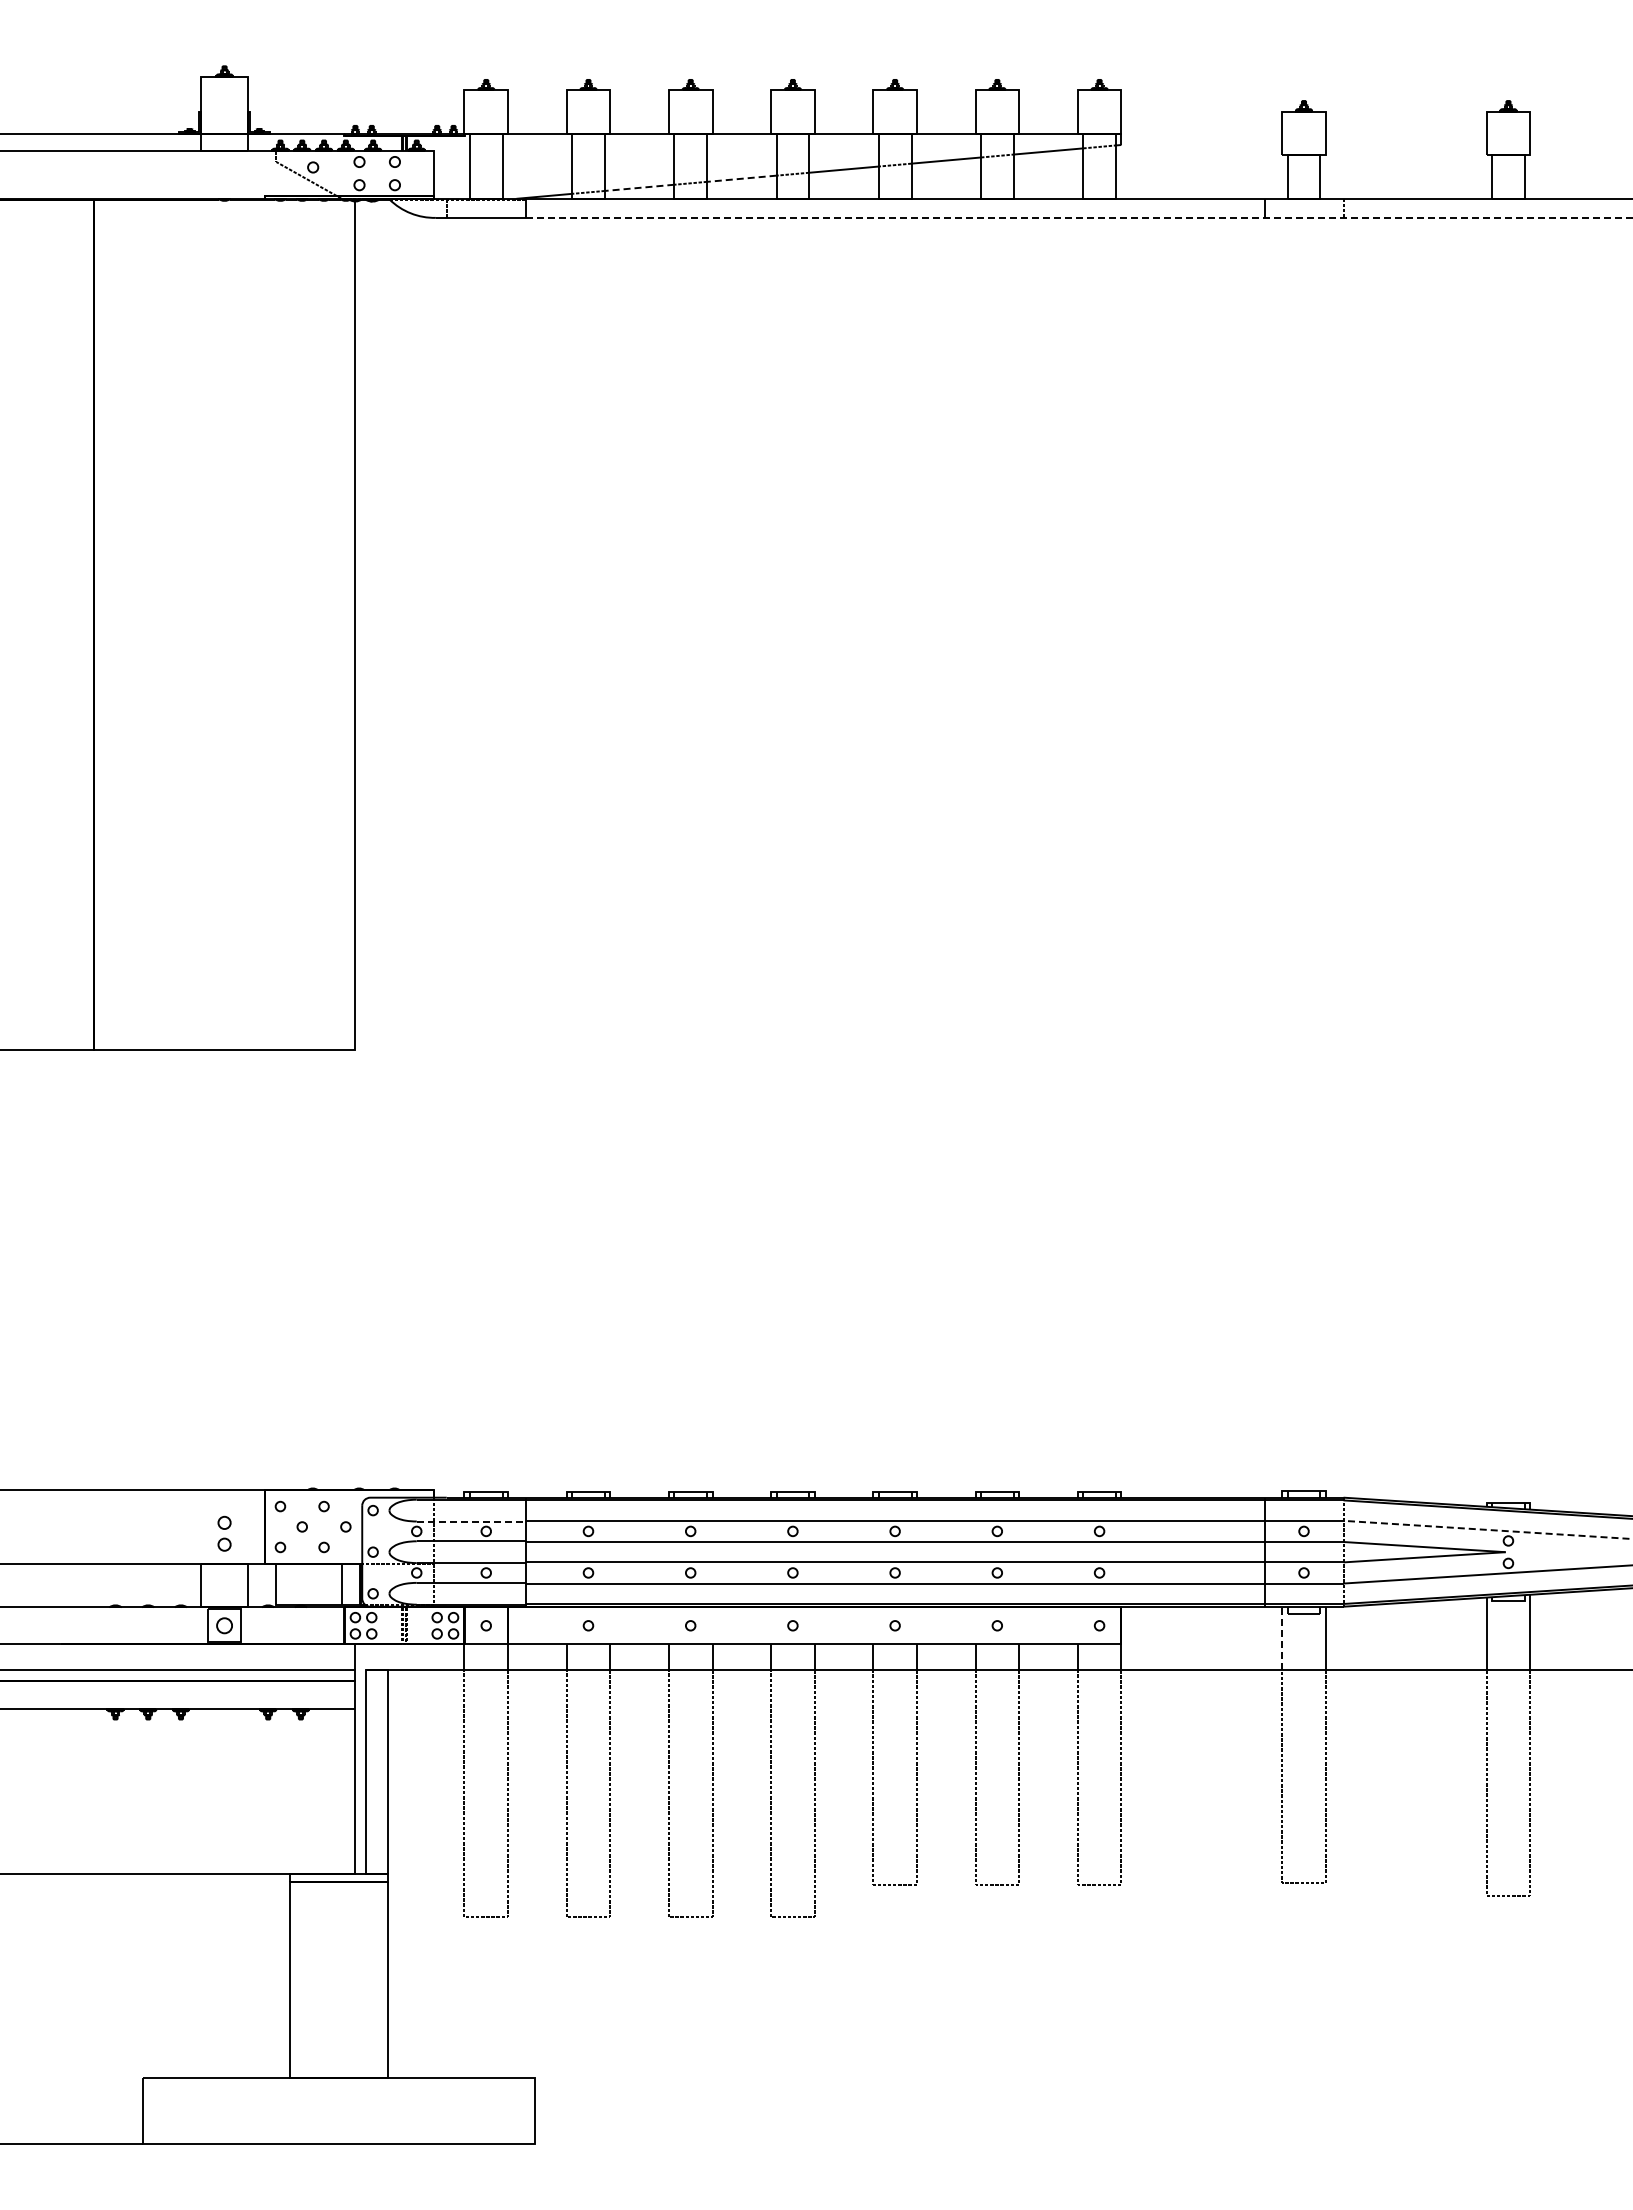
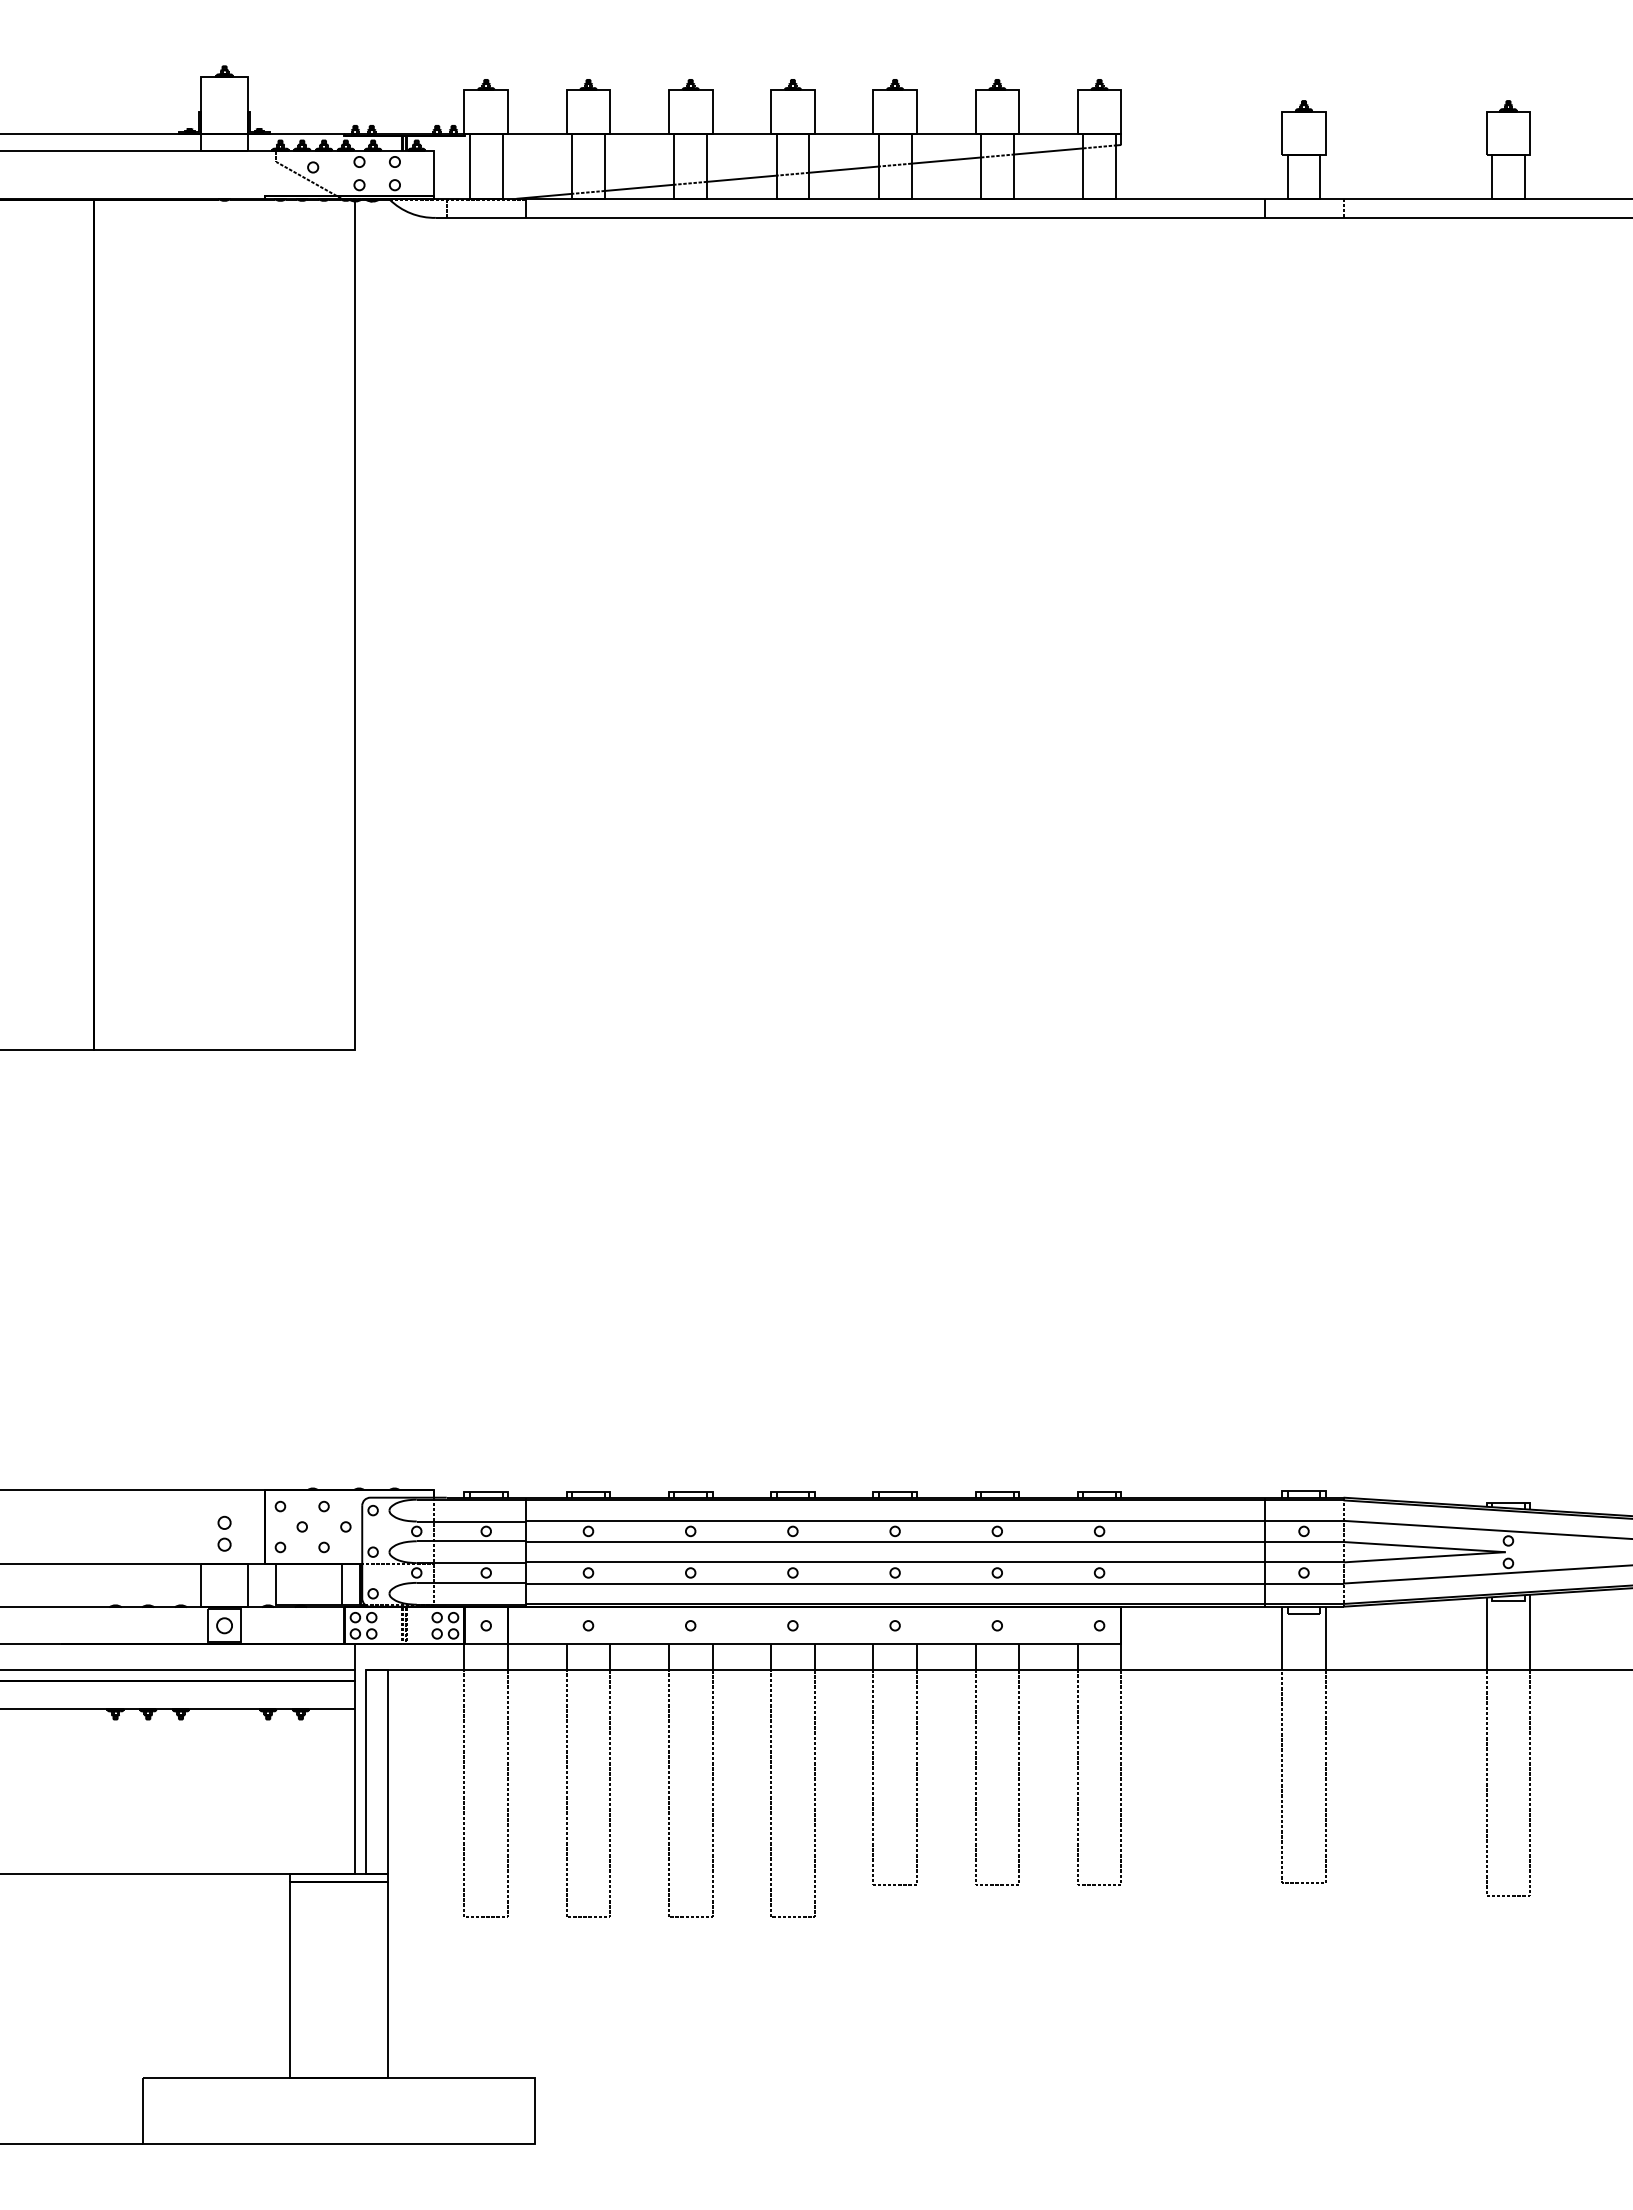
line at (741, 178): dashed -> solid
line at (639, 187): dashed -> solid
line at (1079, 217): dashed -> solid
line at (471, 1521): dashed -> solid
line at (1488, 1529): dashed -> solid
line at (1282, 1638): dashed -> solid
